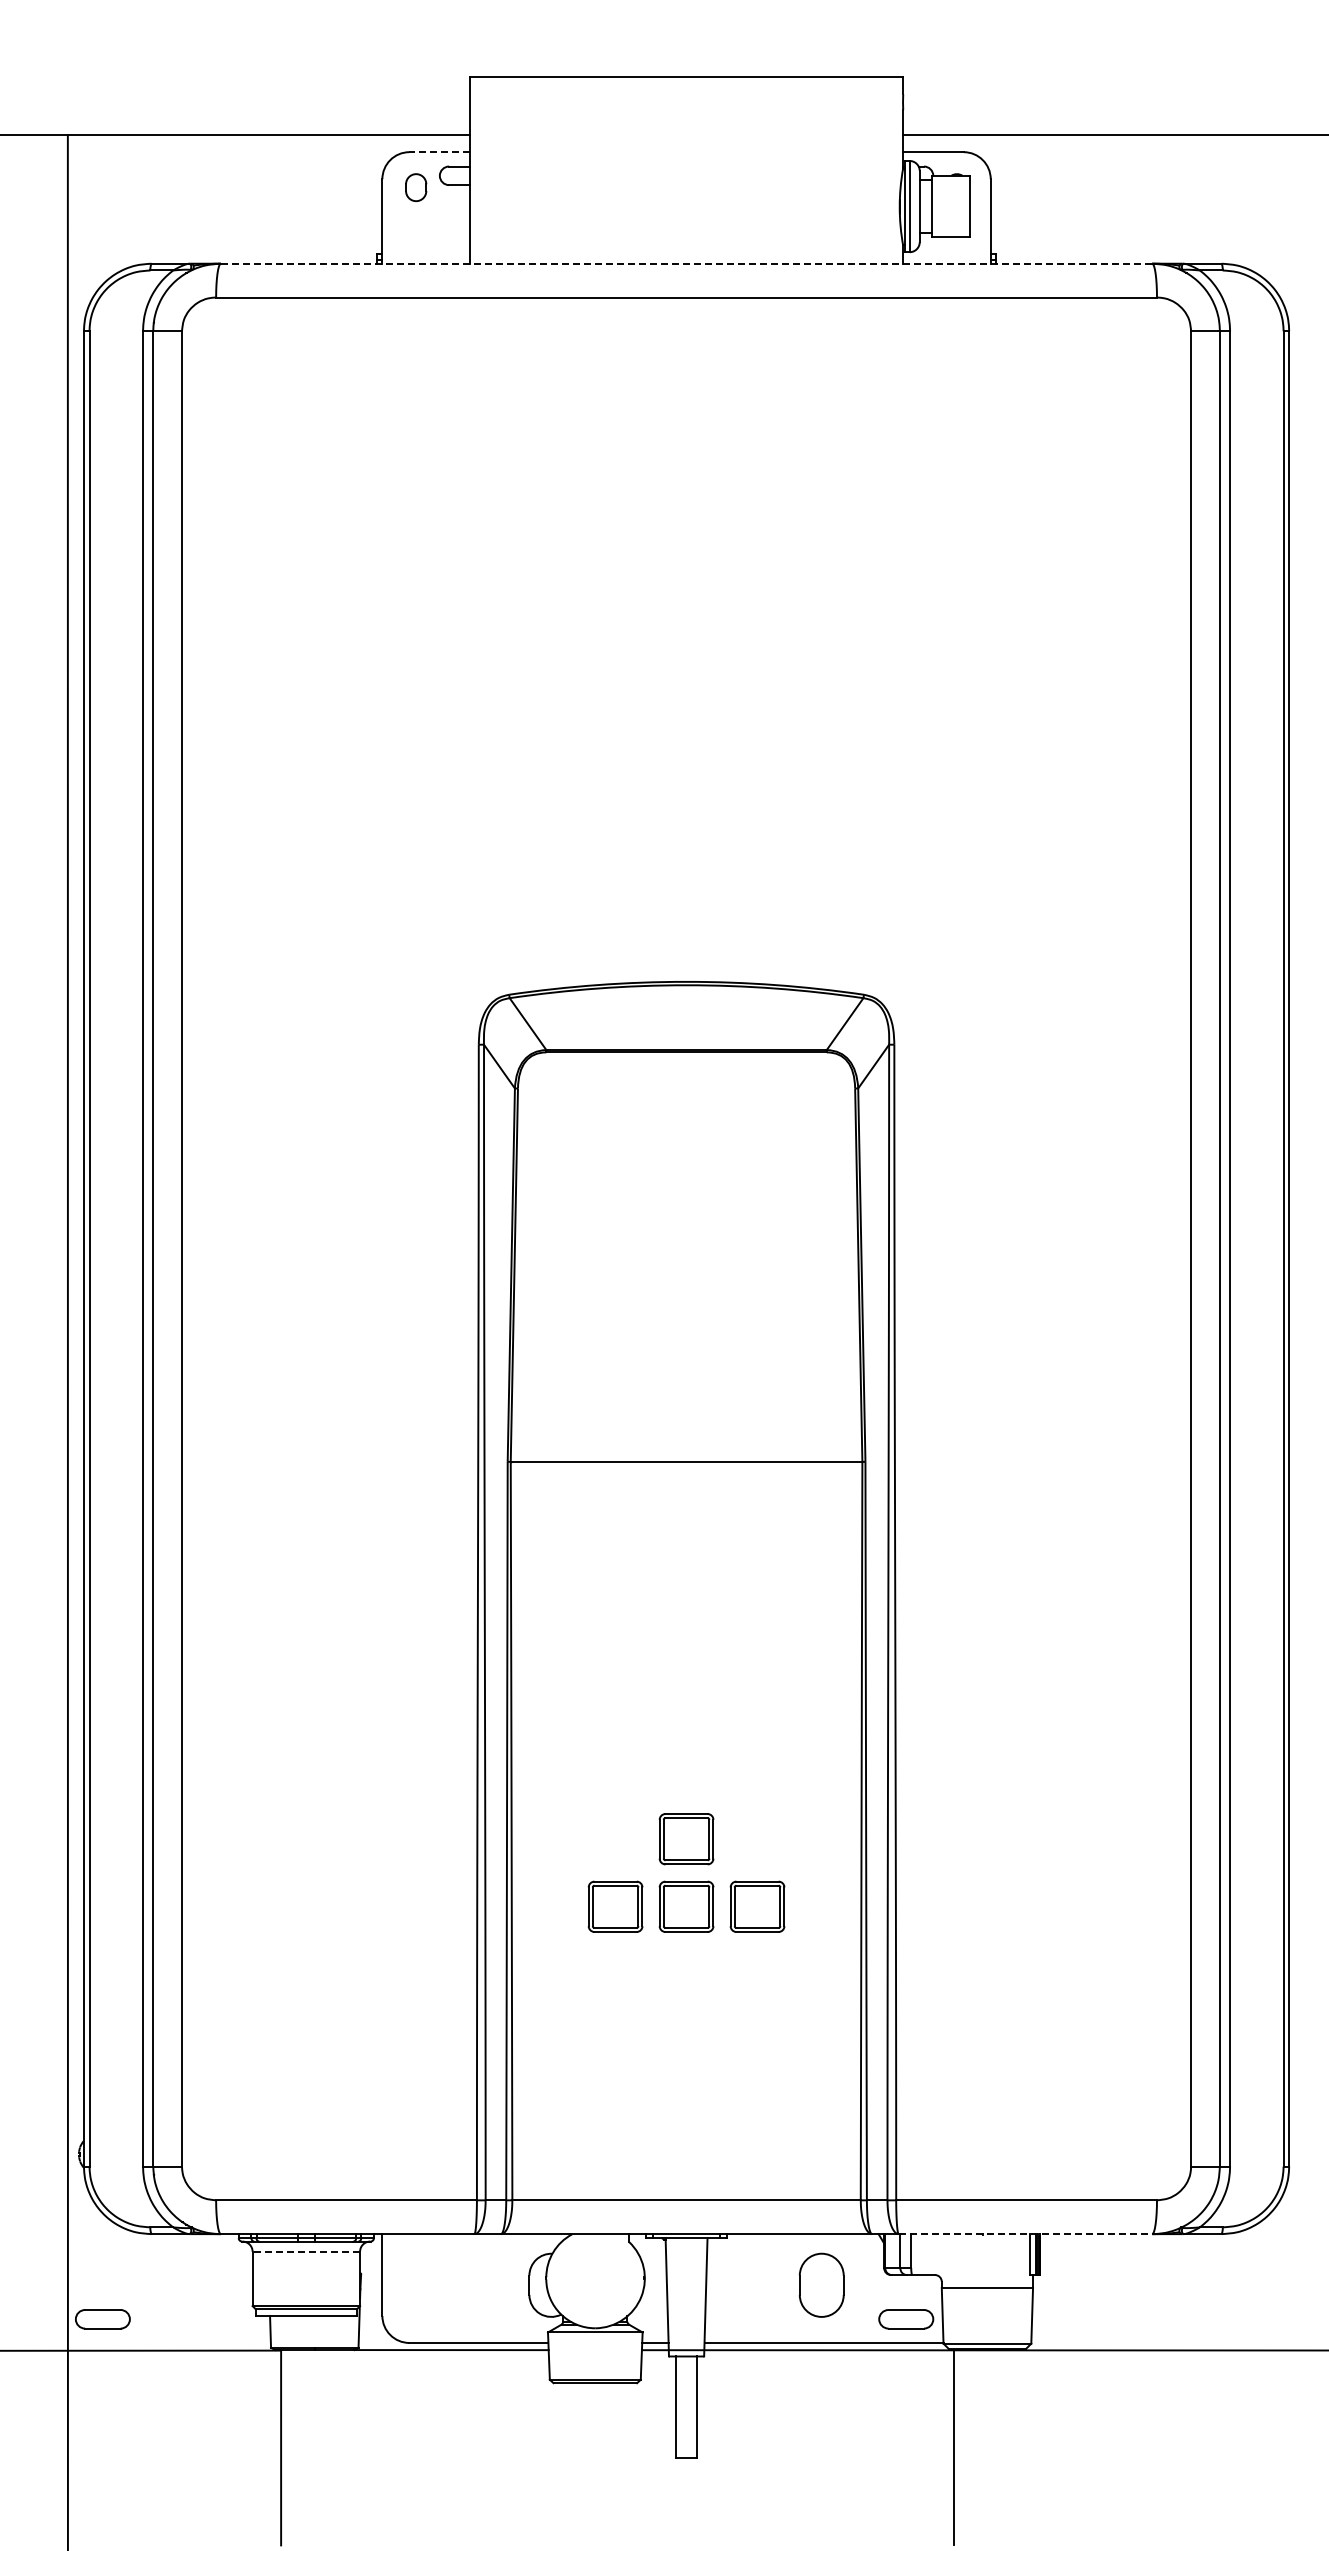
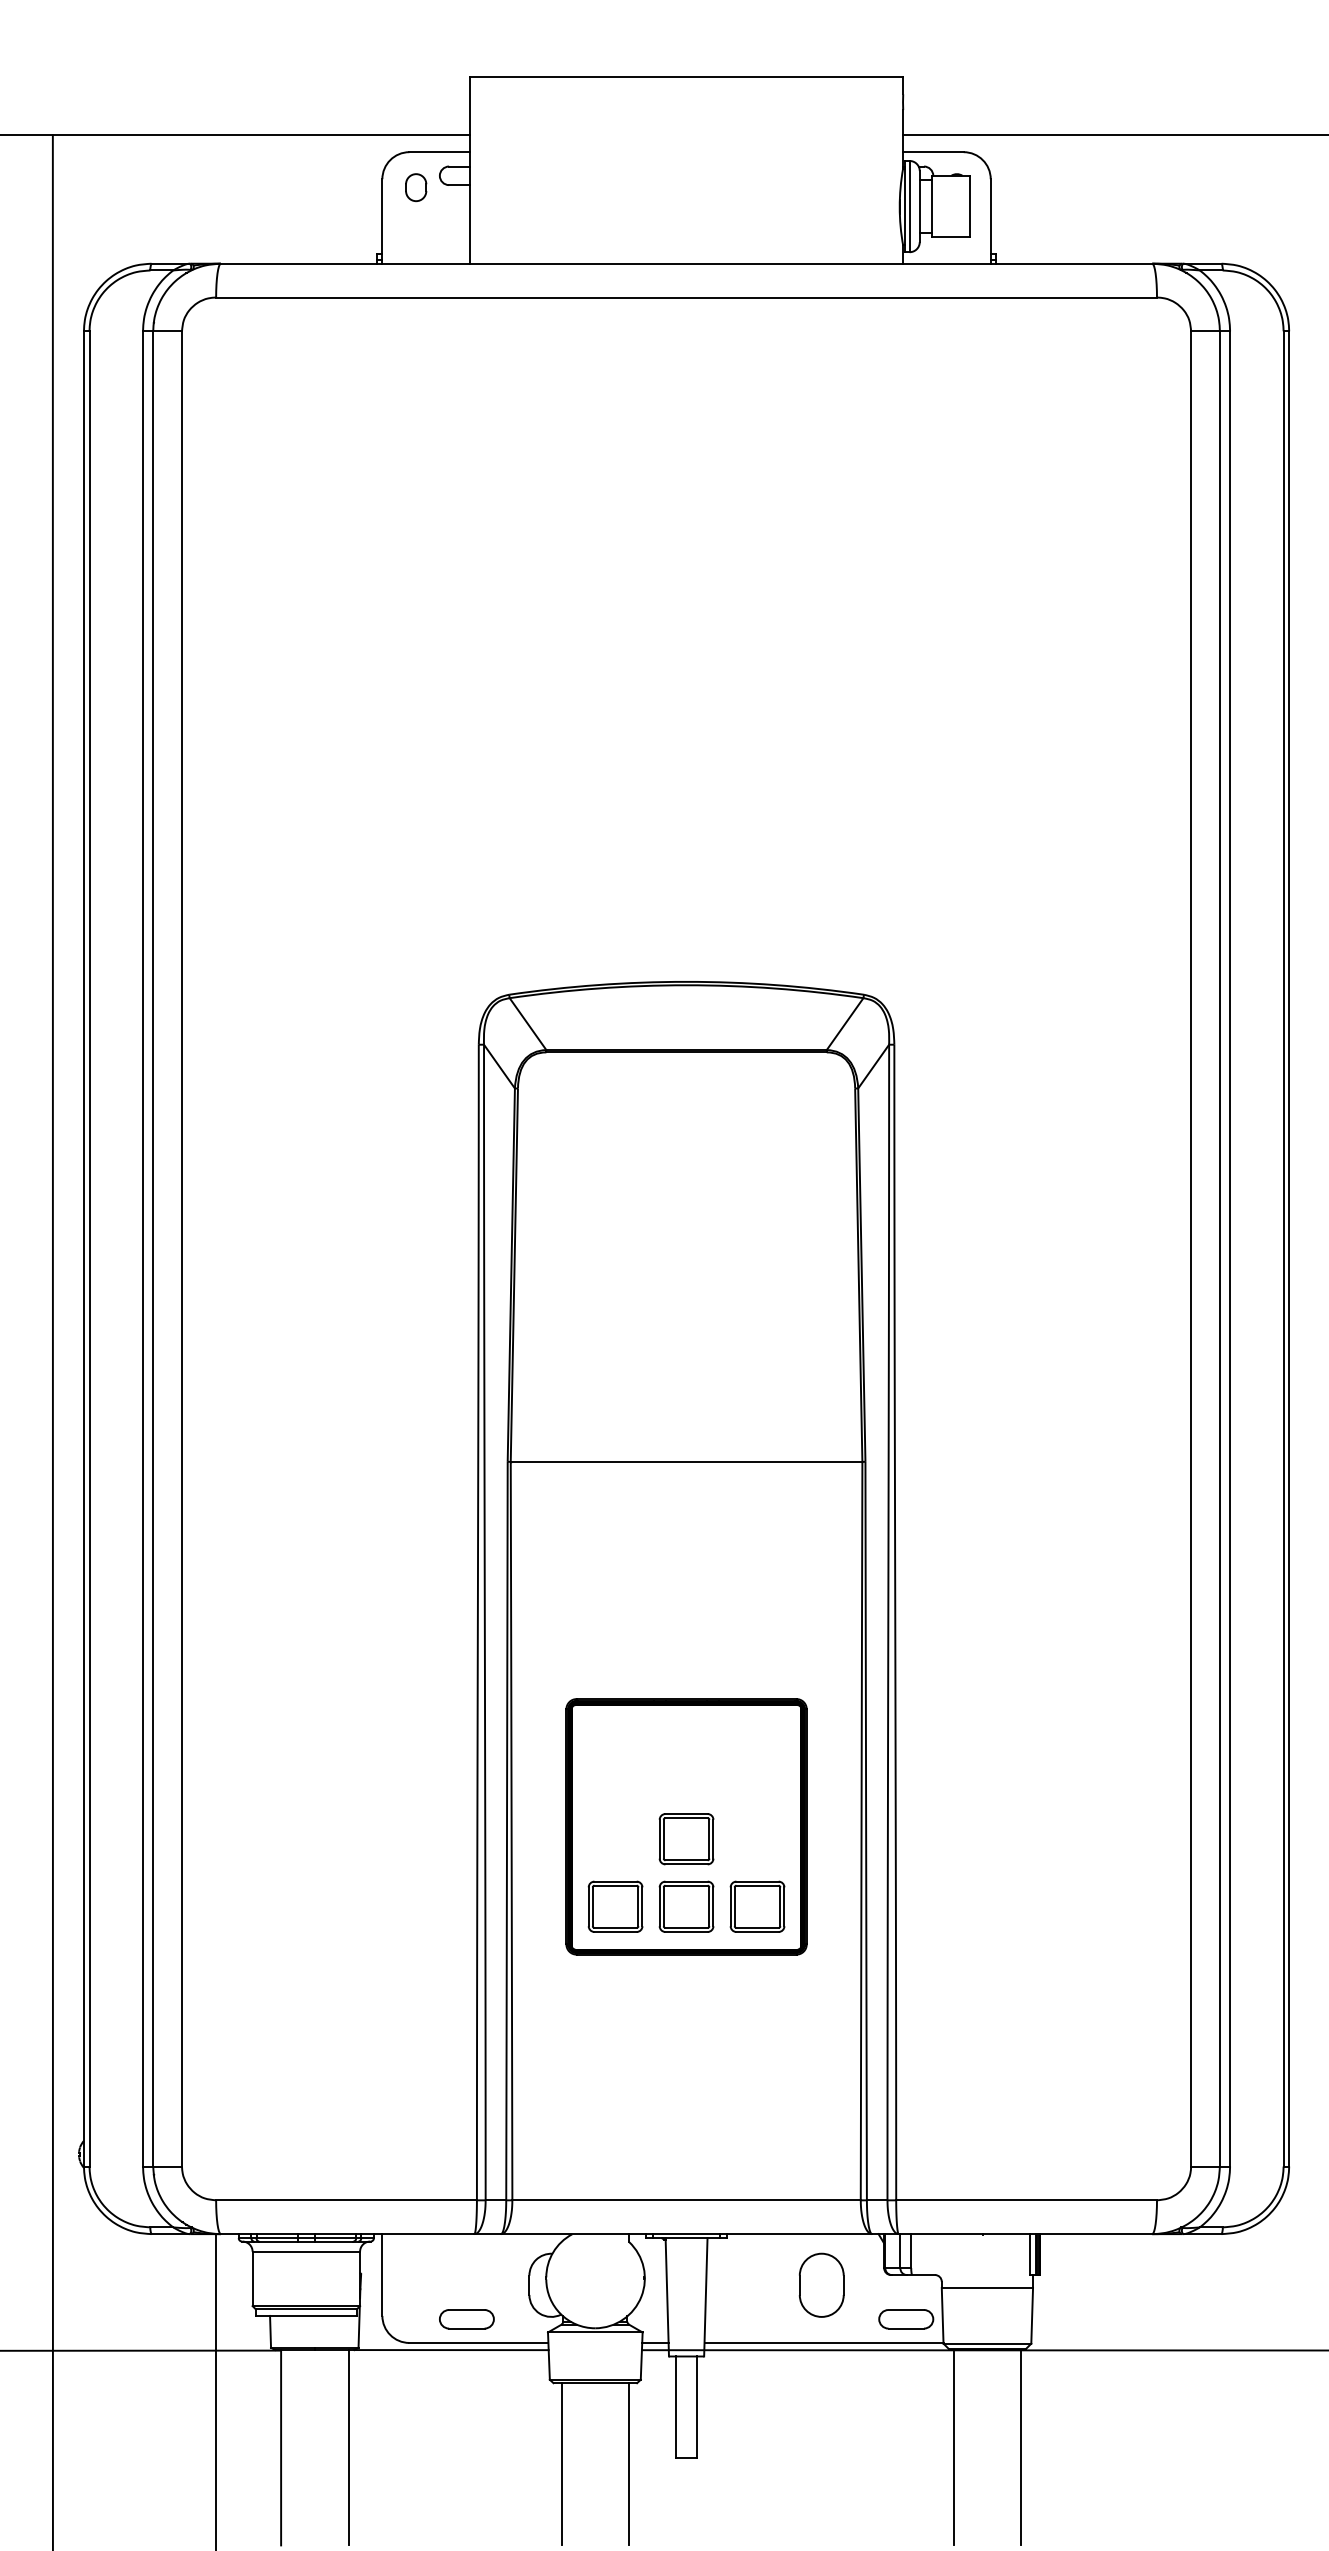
line at (439, 152): dashed -> solid
line at (686, 263): dashed -> solid
line at (67, 1341) position: (67, 1341) -> (52, 1341)
part at (686, 1826): none -> present
line at (1025, 2234): dashed -> solid
line at (306, 2251): dashed -> solid
part at (102, 2319) position: (102, 2319) -> (466, 2319)
line at (216, 2390): none -> present
line at (348, 2447): none -> present
line at (1021, 2447): none -> present
line at (561, 2464): none -> present
line at (629, 2464): none -> present
